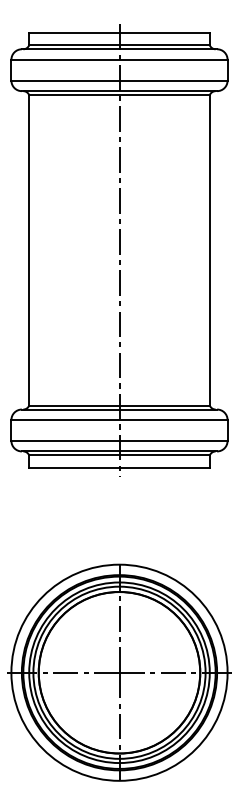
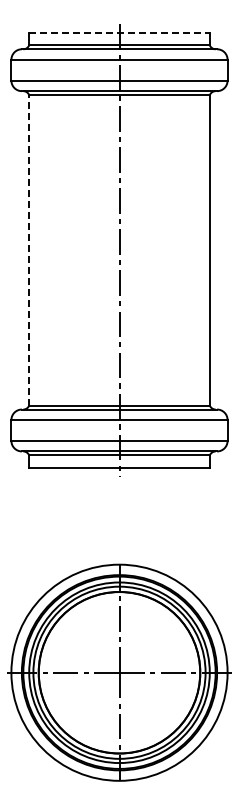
line at (120, 32): solid -> dashed
line at (29, 249): solid -> dashed
